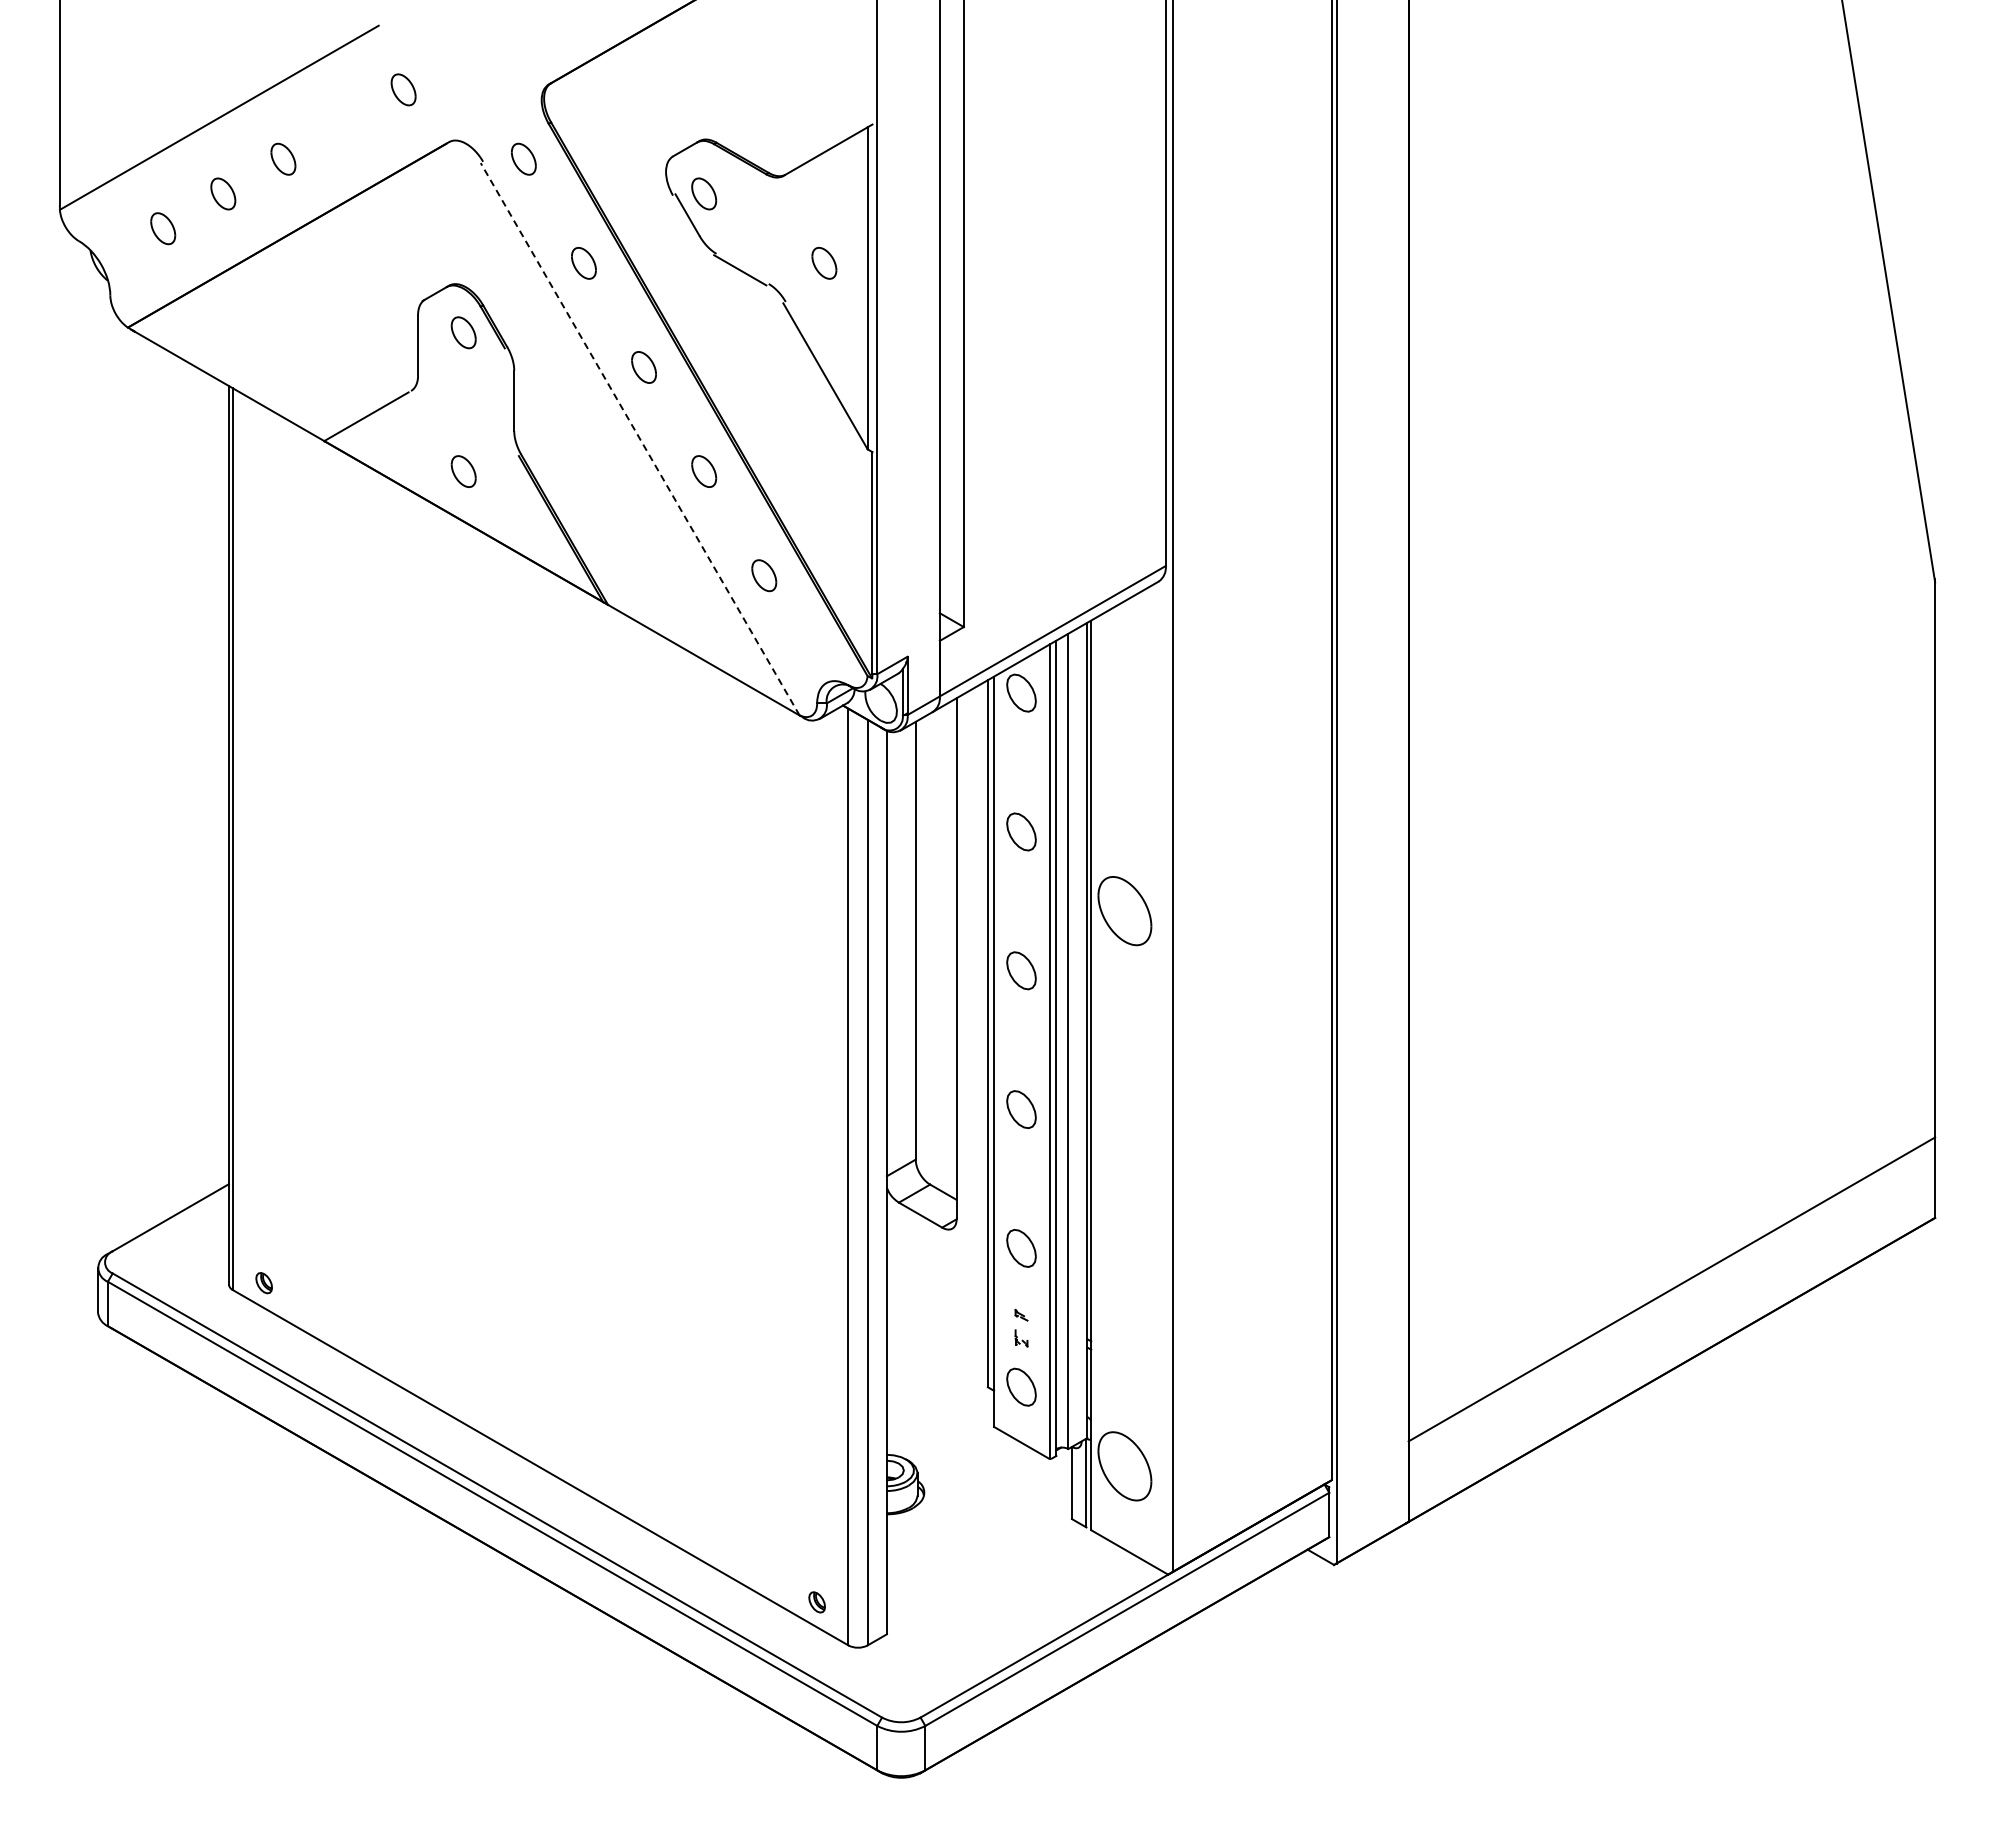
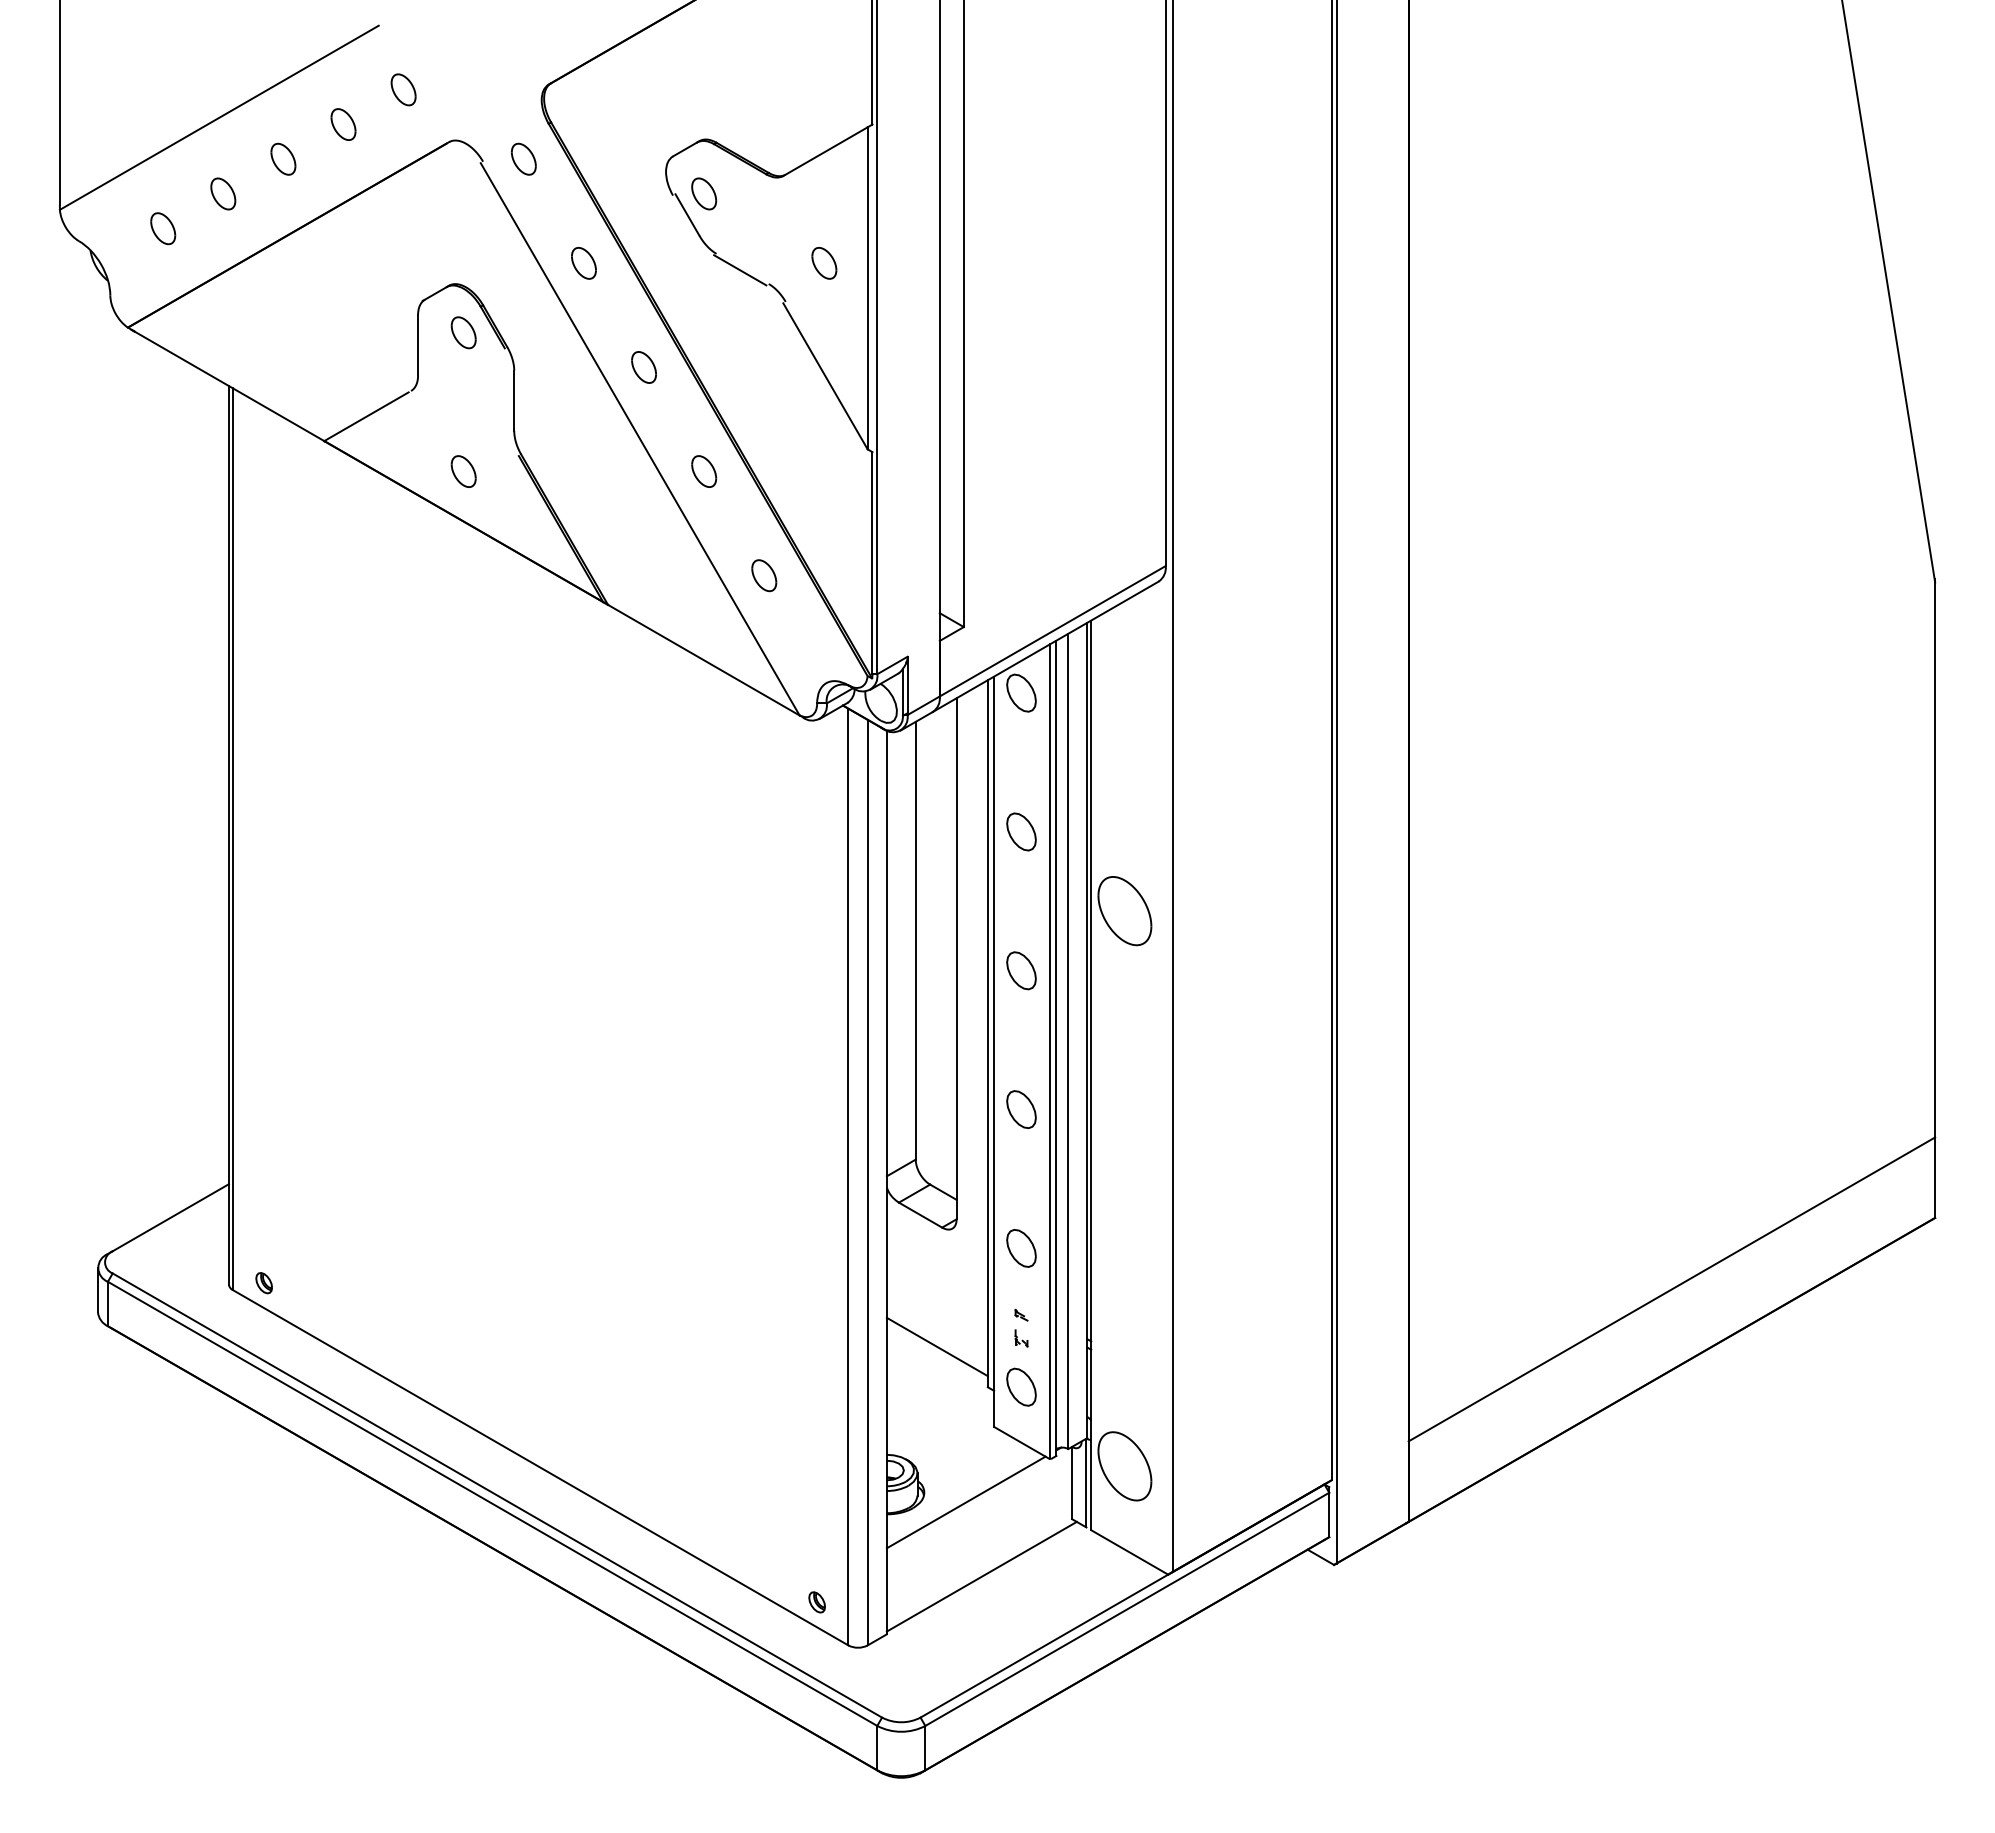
line at (872, 63): none -> present
part at (343, 124): none -> present
line at (640, 439): dashed -> solid
line at (936, 1346): none -> present
line at (965, 1502): none -> present
line at (981, 1576): none -> present
